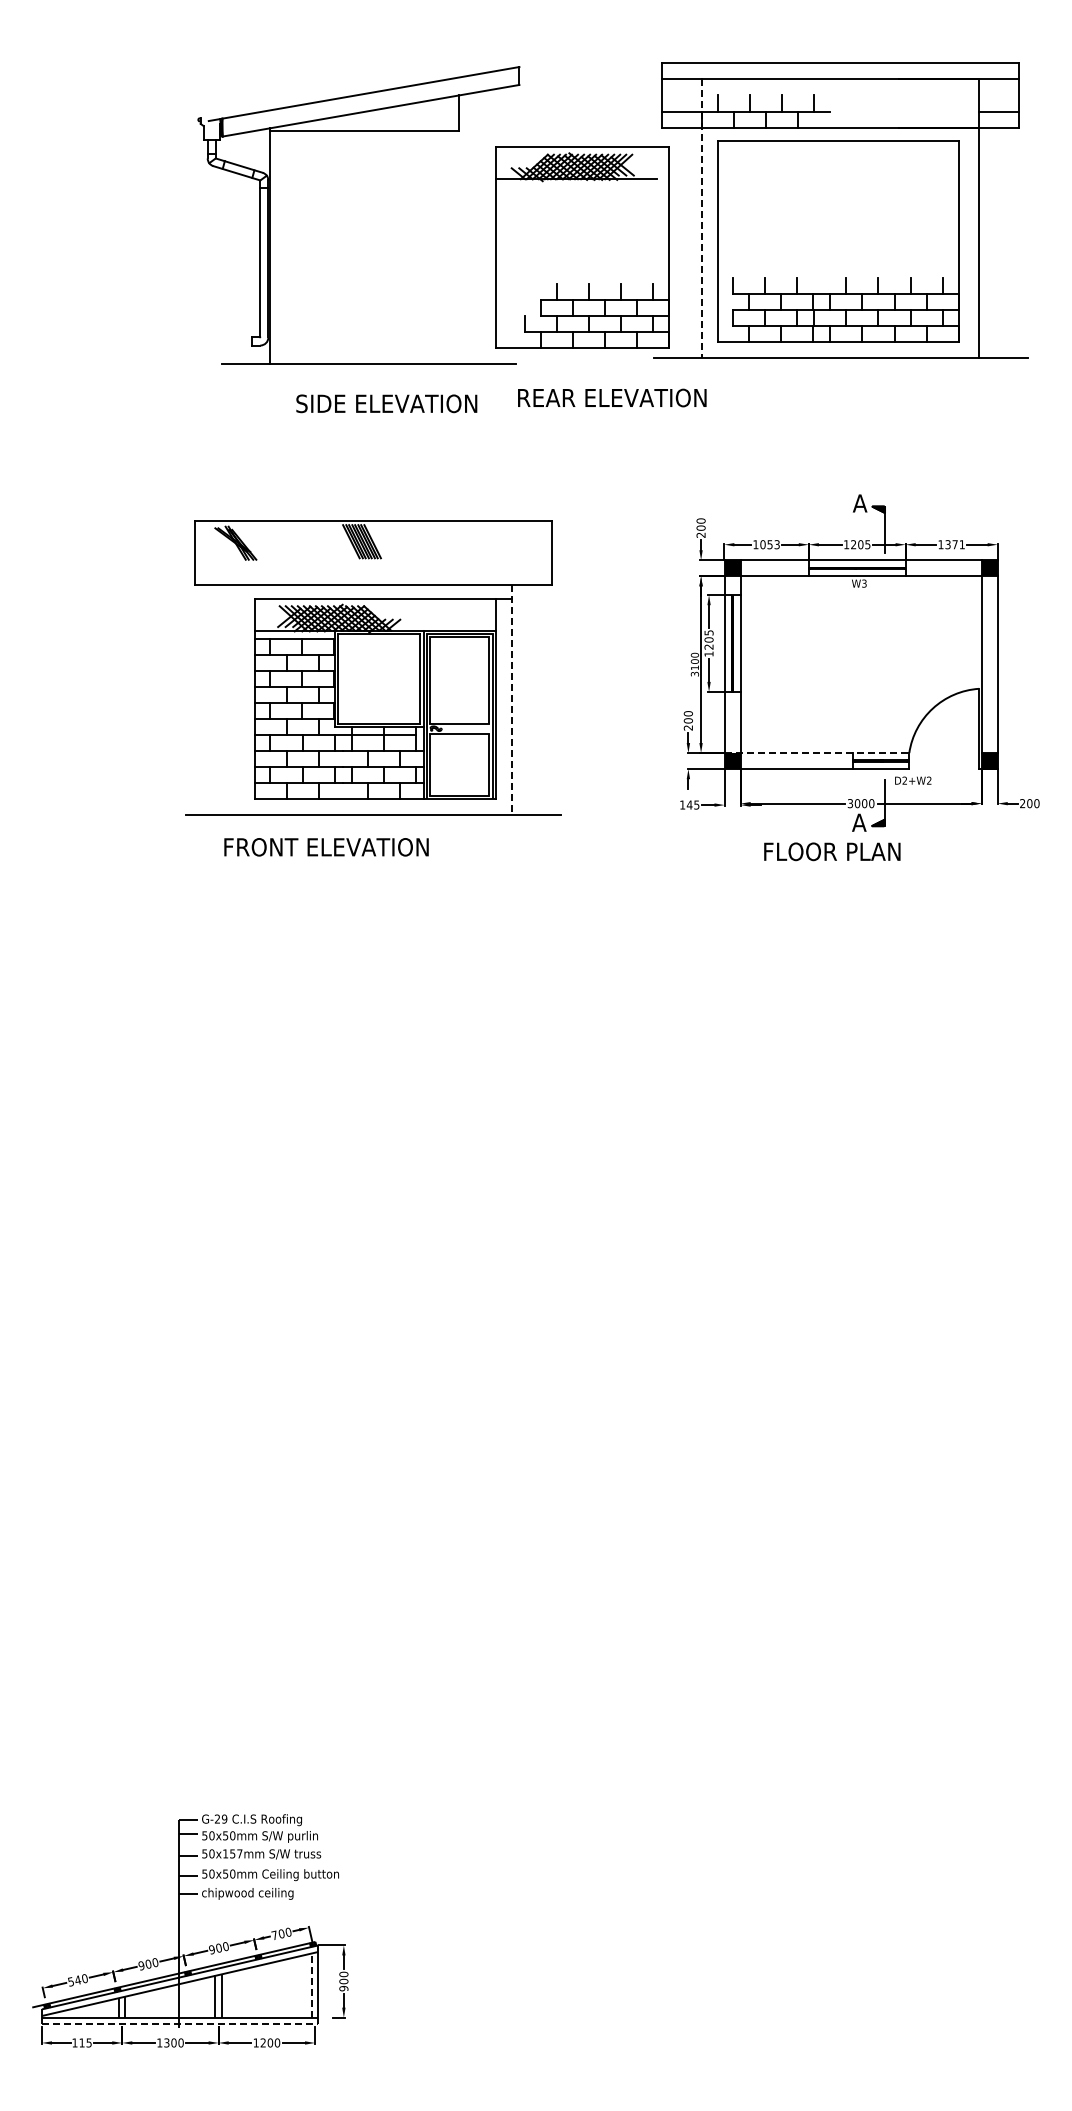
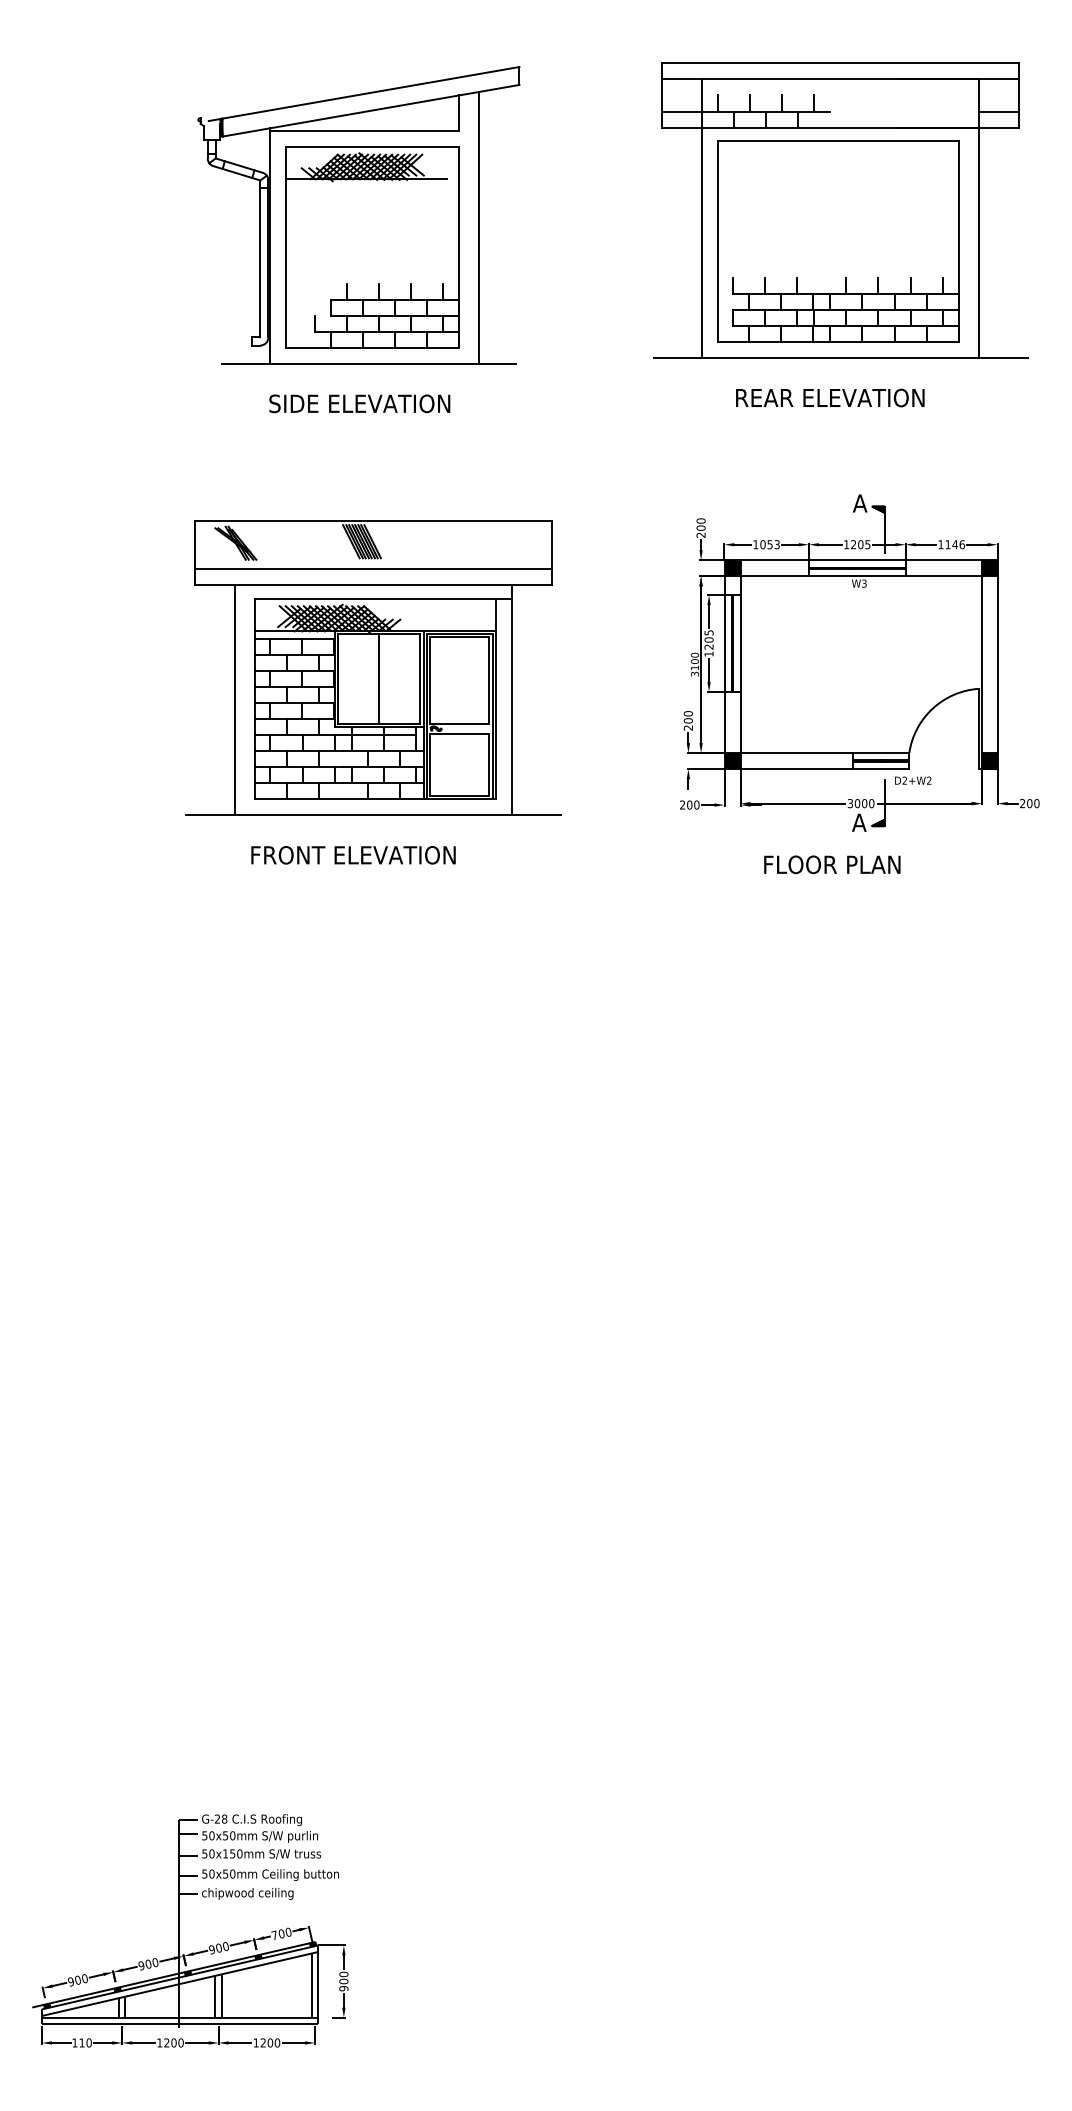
line at (701, 219): dashed -> solid
line at (479, 227): none -> present
part at (582, 247) position: (582, 247) -> (372, 247)
text at (612, 397) position: (612, 397) -> (830, 397)
text at (386, 403) position: (386, 403) -> (359, 403)
text at (955, 544): 1371 -> 1146
line at (373, 568): none -> present
line at (379, 678): none -> present
line at (234, 699): none -> present
line at (511, 700): dashed -> solid
line at (817, 753): dashed -> solid
text at (689, 804): 145 -> 200
text at (326, 847) position: (326, 847) -> (353, 855)
text at (832, 851) position: (832, 851) -> (832, 864)
text at (224, 1818): G-29 -> G-28
text at (239, 1853): 50x157mm -> 50x150mm
text at (74, 1980): 540 -> 900
line at (311, 1985): dashed -> solid
line at (180, 2024): dashed -> solid
text at (88, 2042): 115 -> 110
text at (166, 2043): 1300 -> 1200
